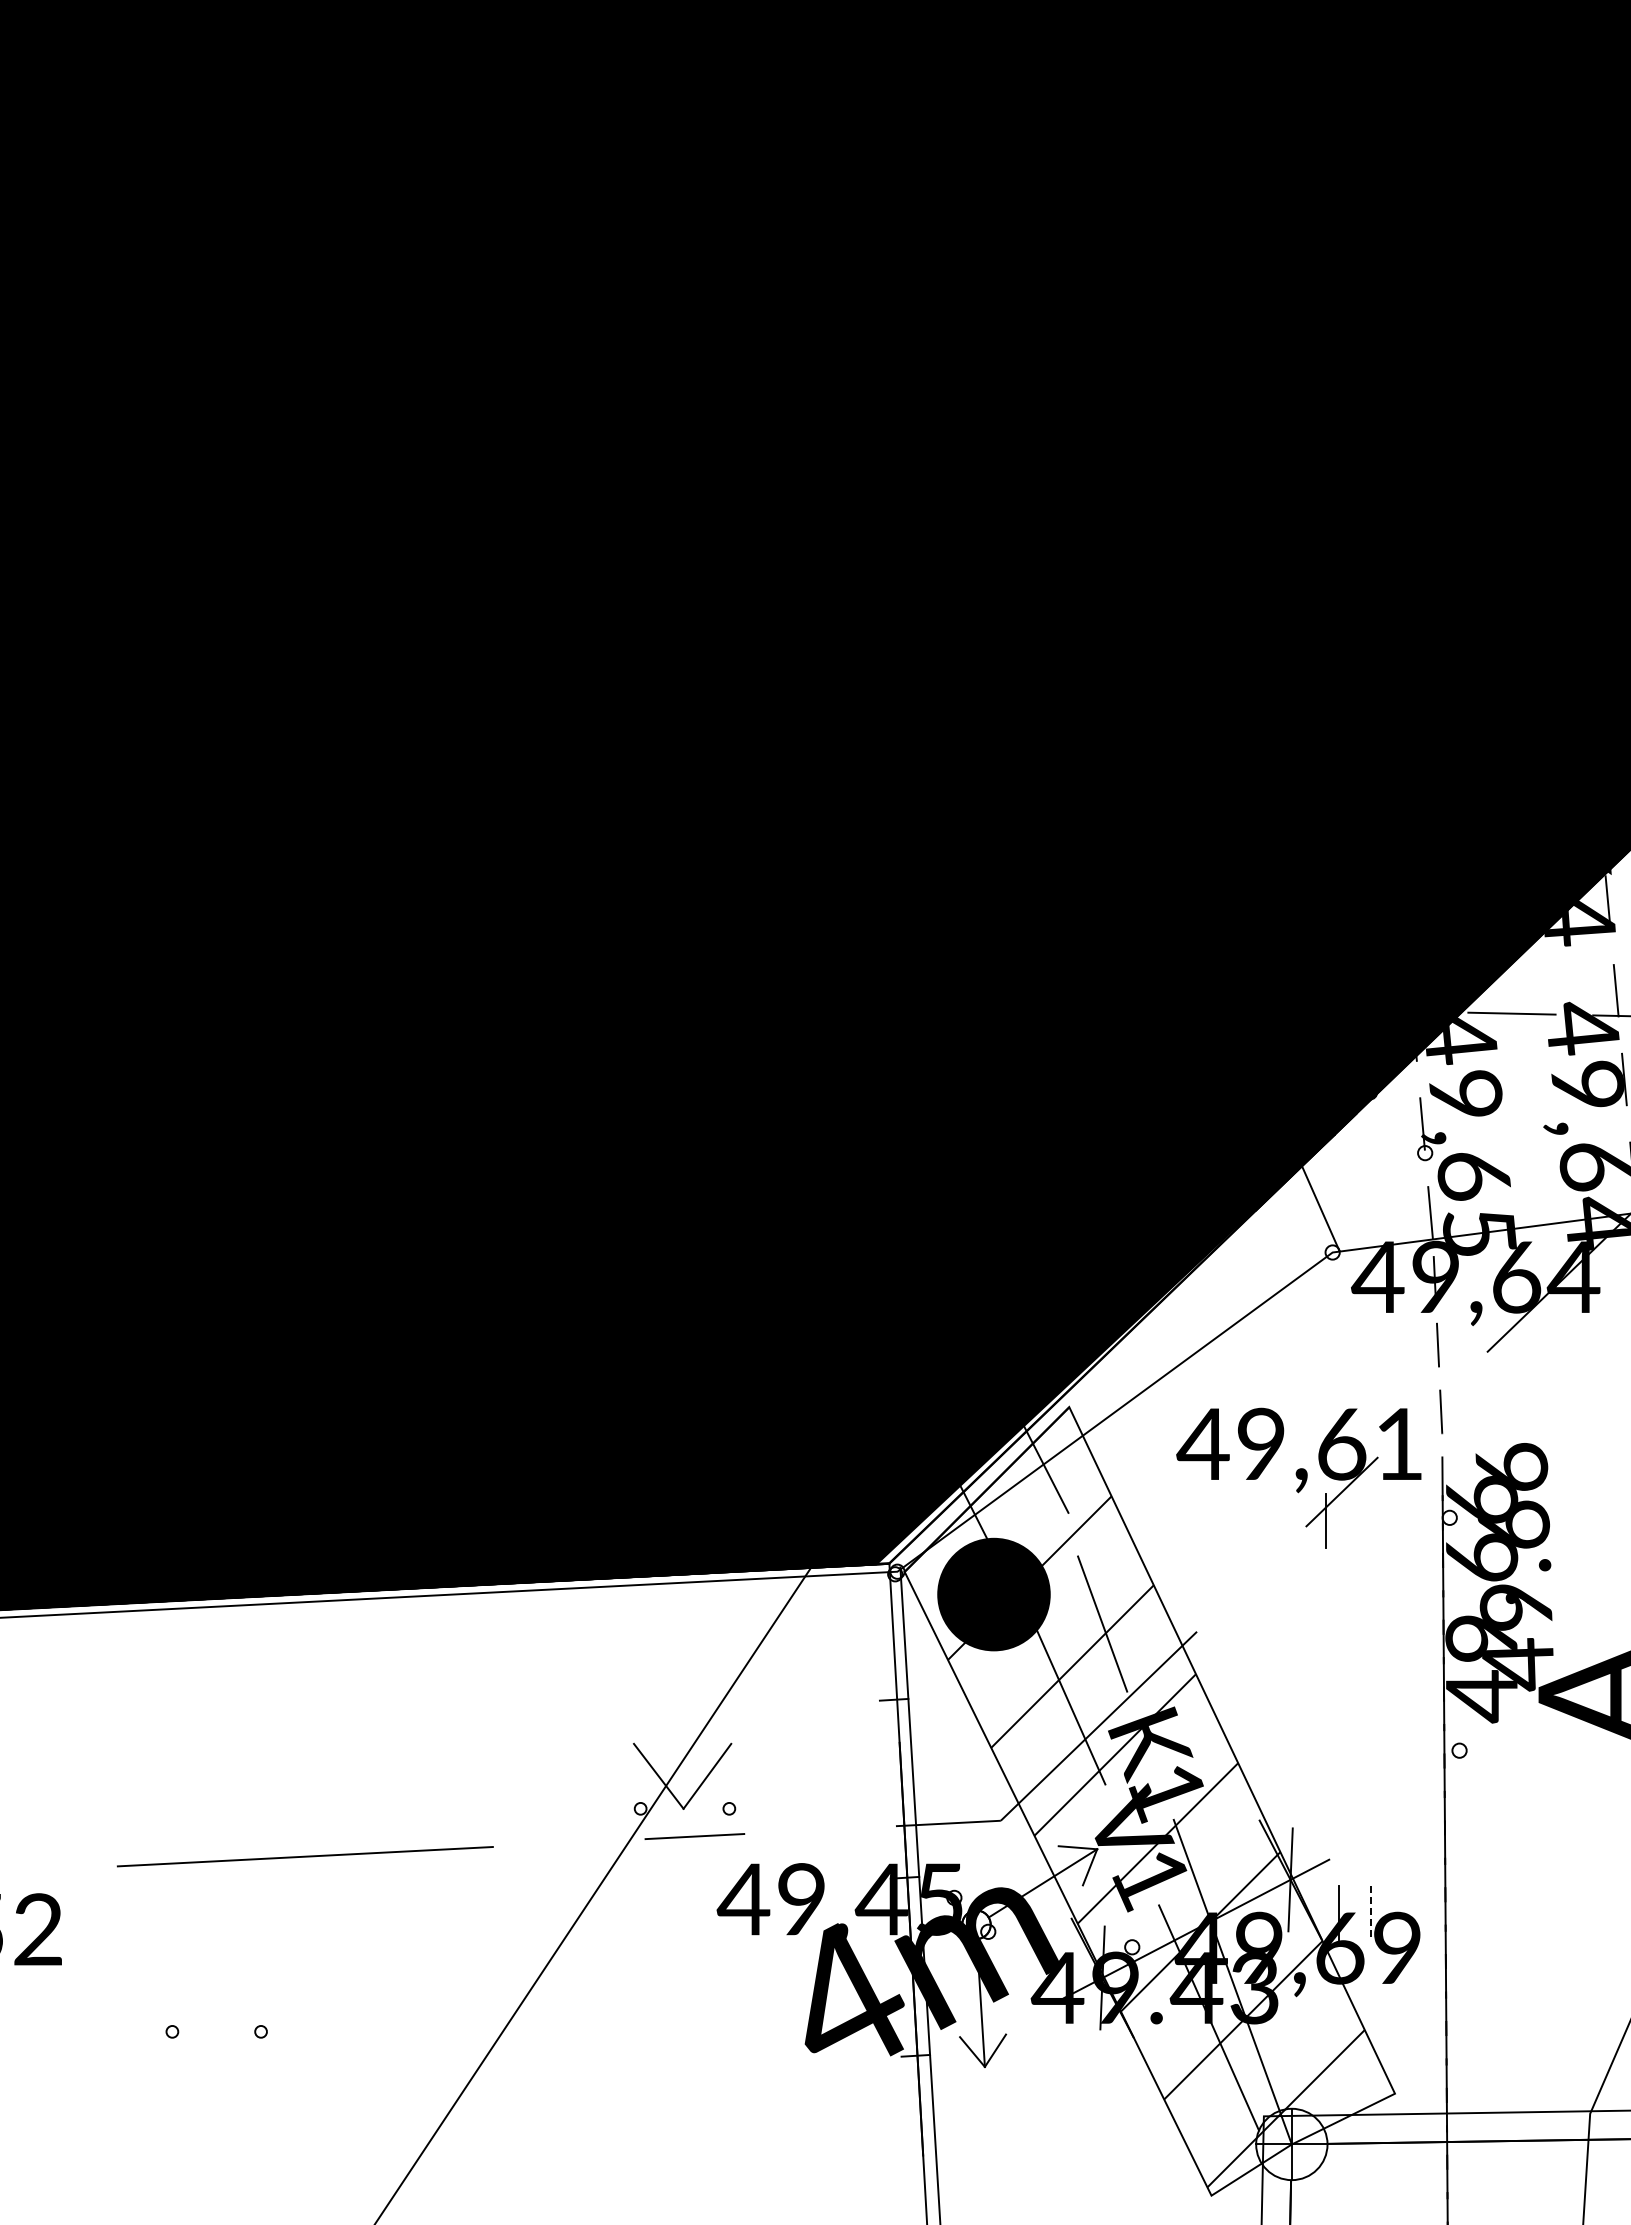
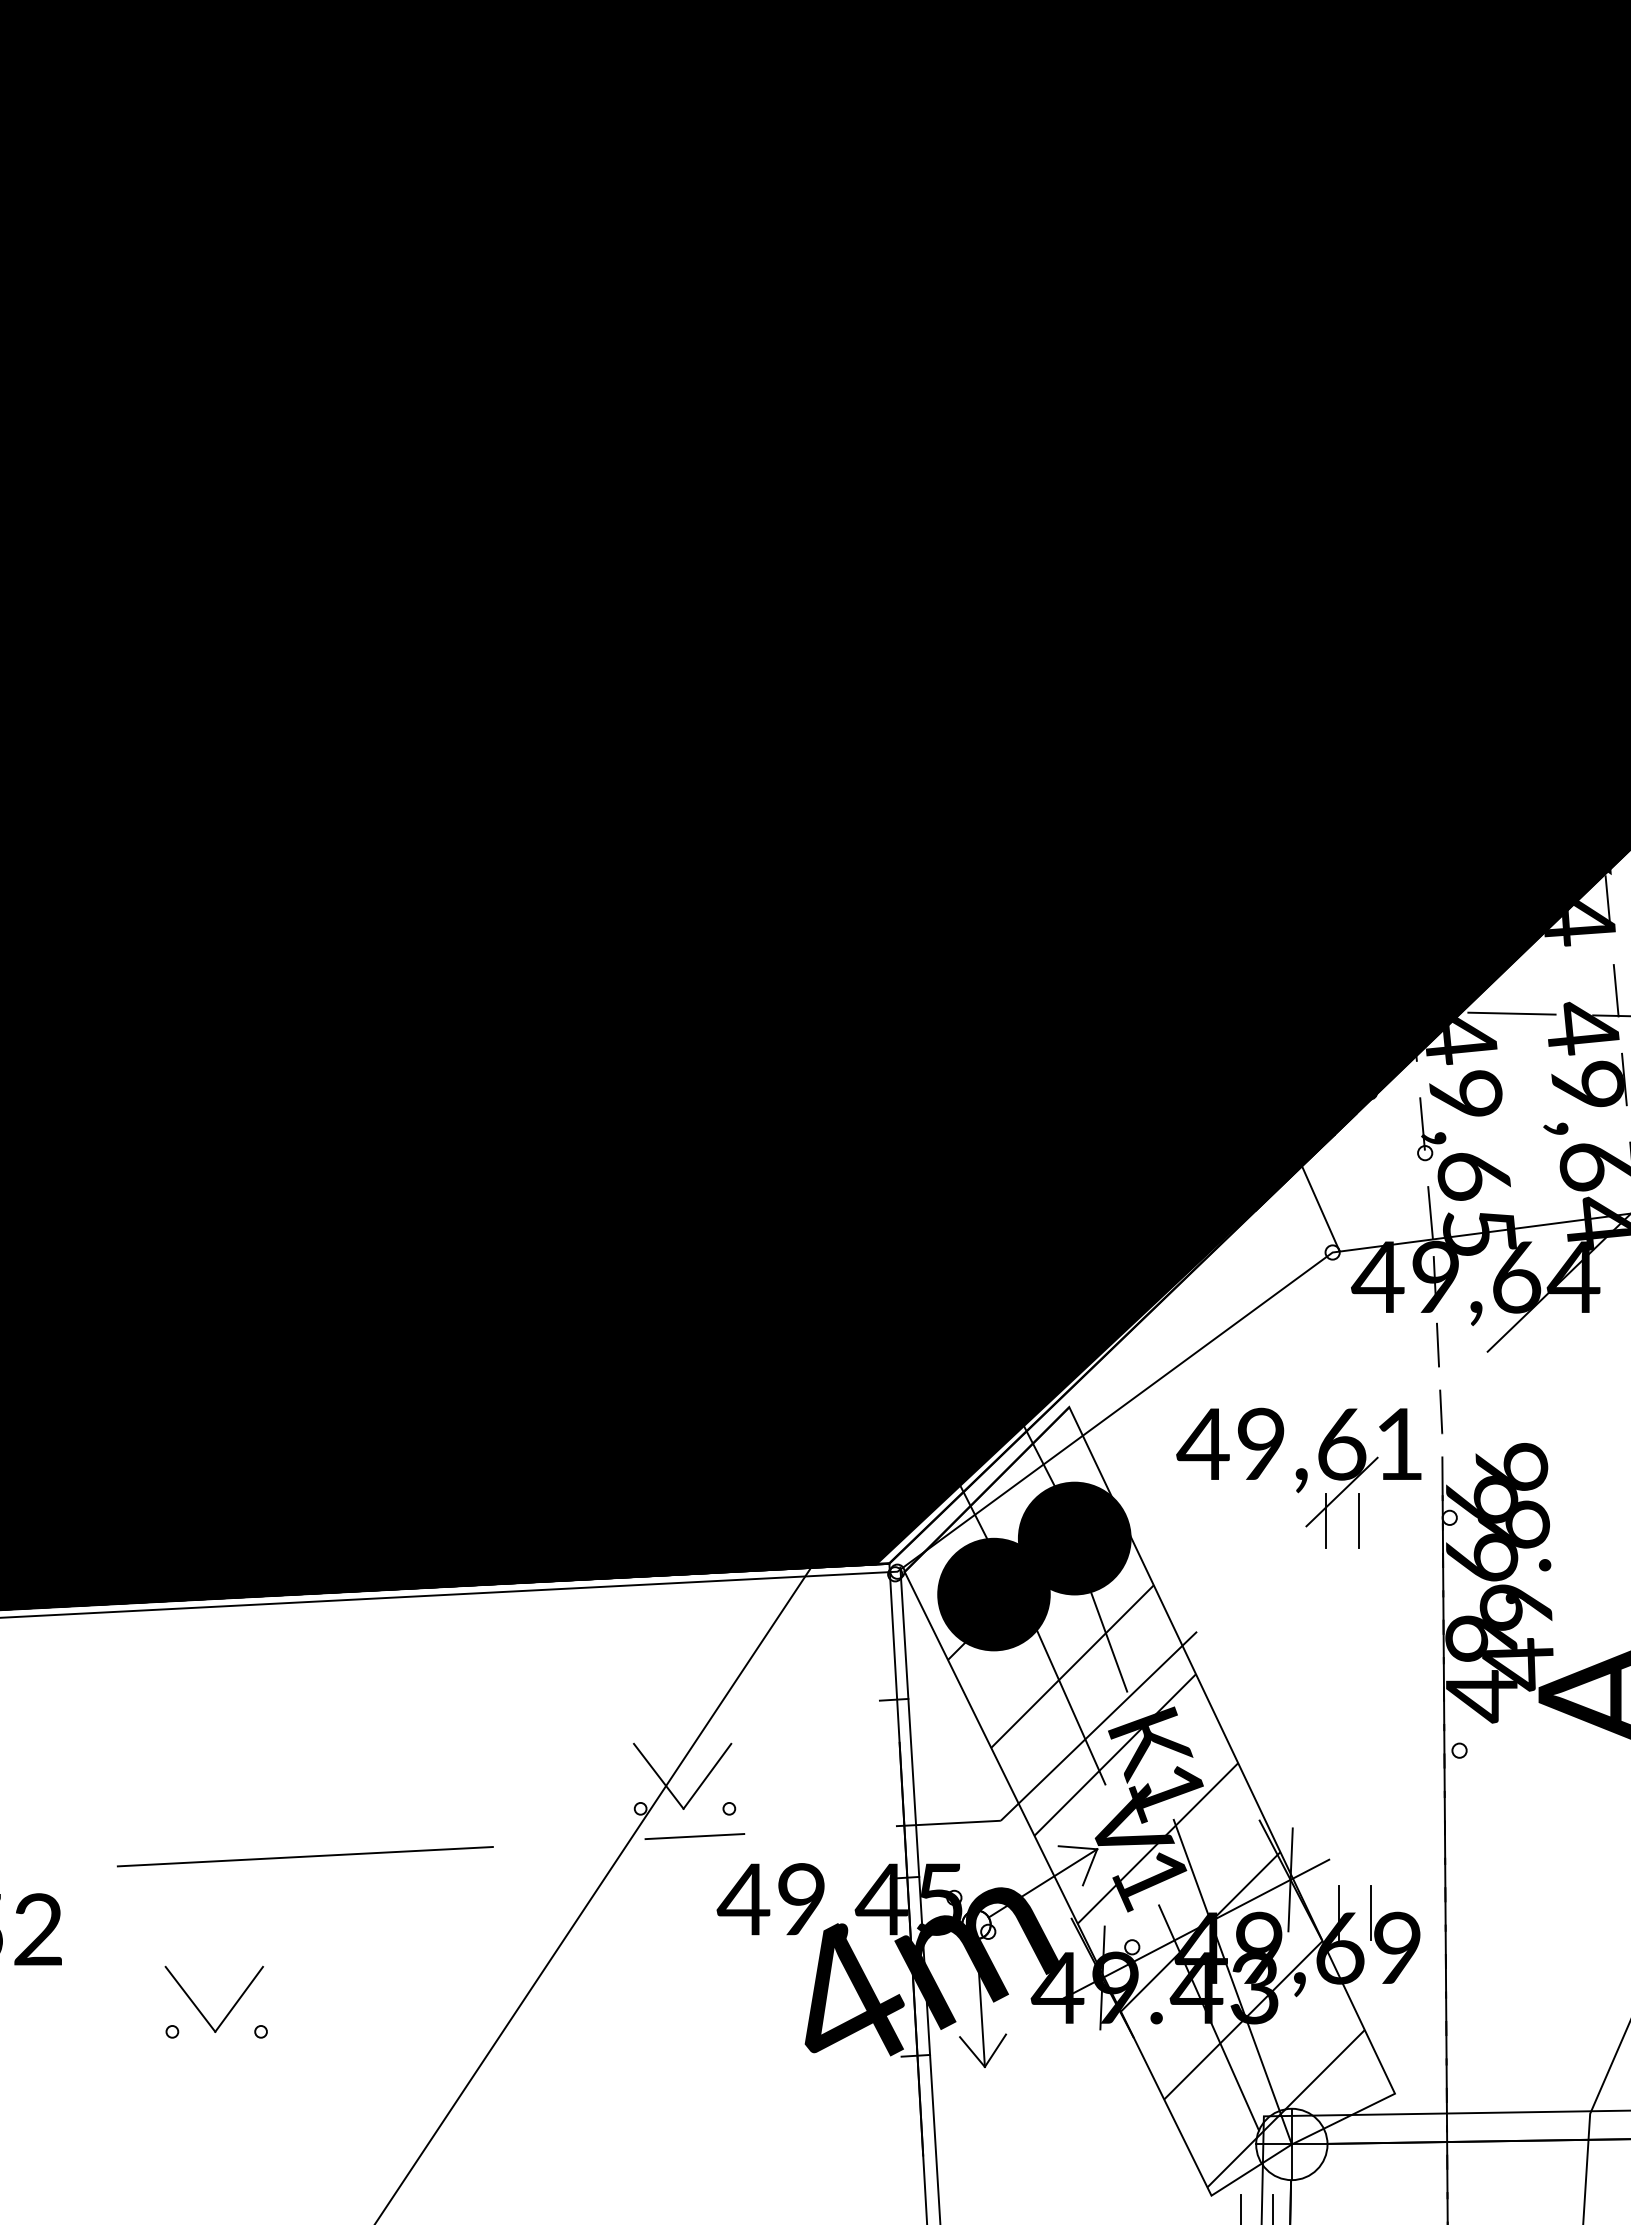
line at (1358, 1520): none -> present
fill at (1074, 1538): none -> present
line at (1370, 1913): dashed -> solid
part at (200, 2010): none -> present
line at (1240, 2208): none -> present
line at (1273, 2208): none -> present
